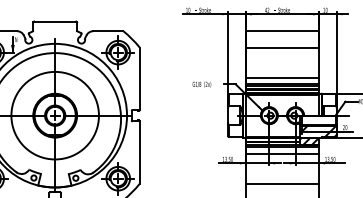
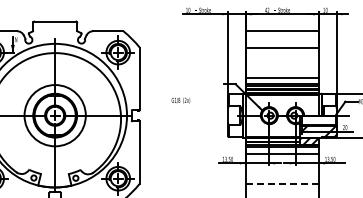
text at (201, 84) position: (201, 84) -> (180, 100)
circle at (54, 115) diameter: 88 px -> 61 px
line at (282, 183): solid -> dashed
